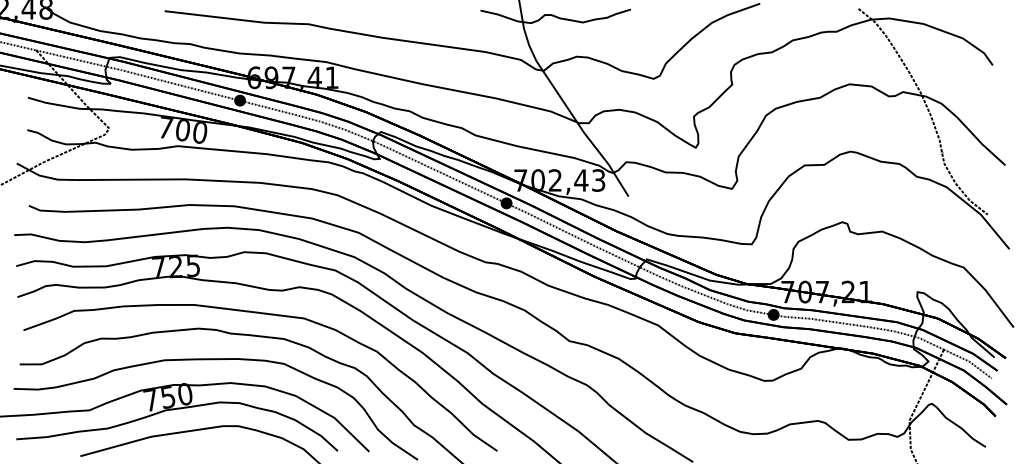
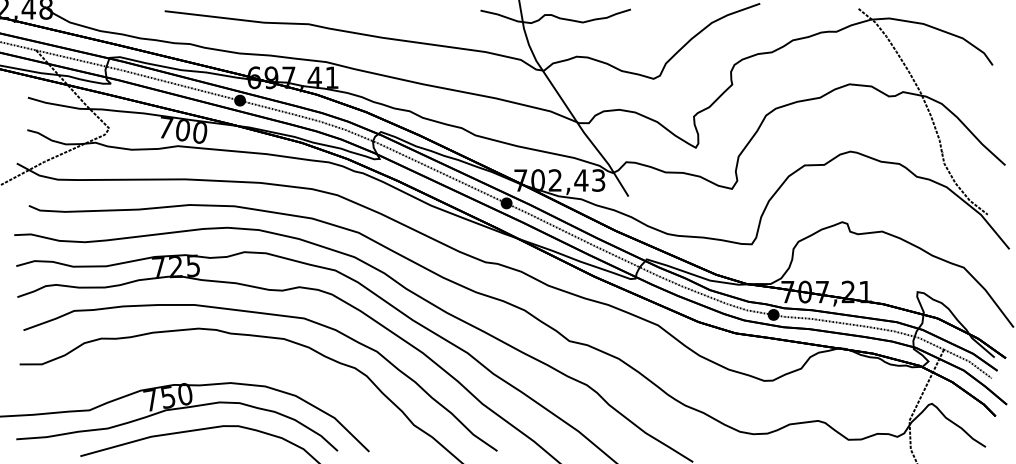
curve at (215, 360): present -> none
